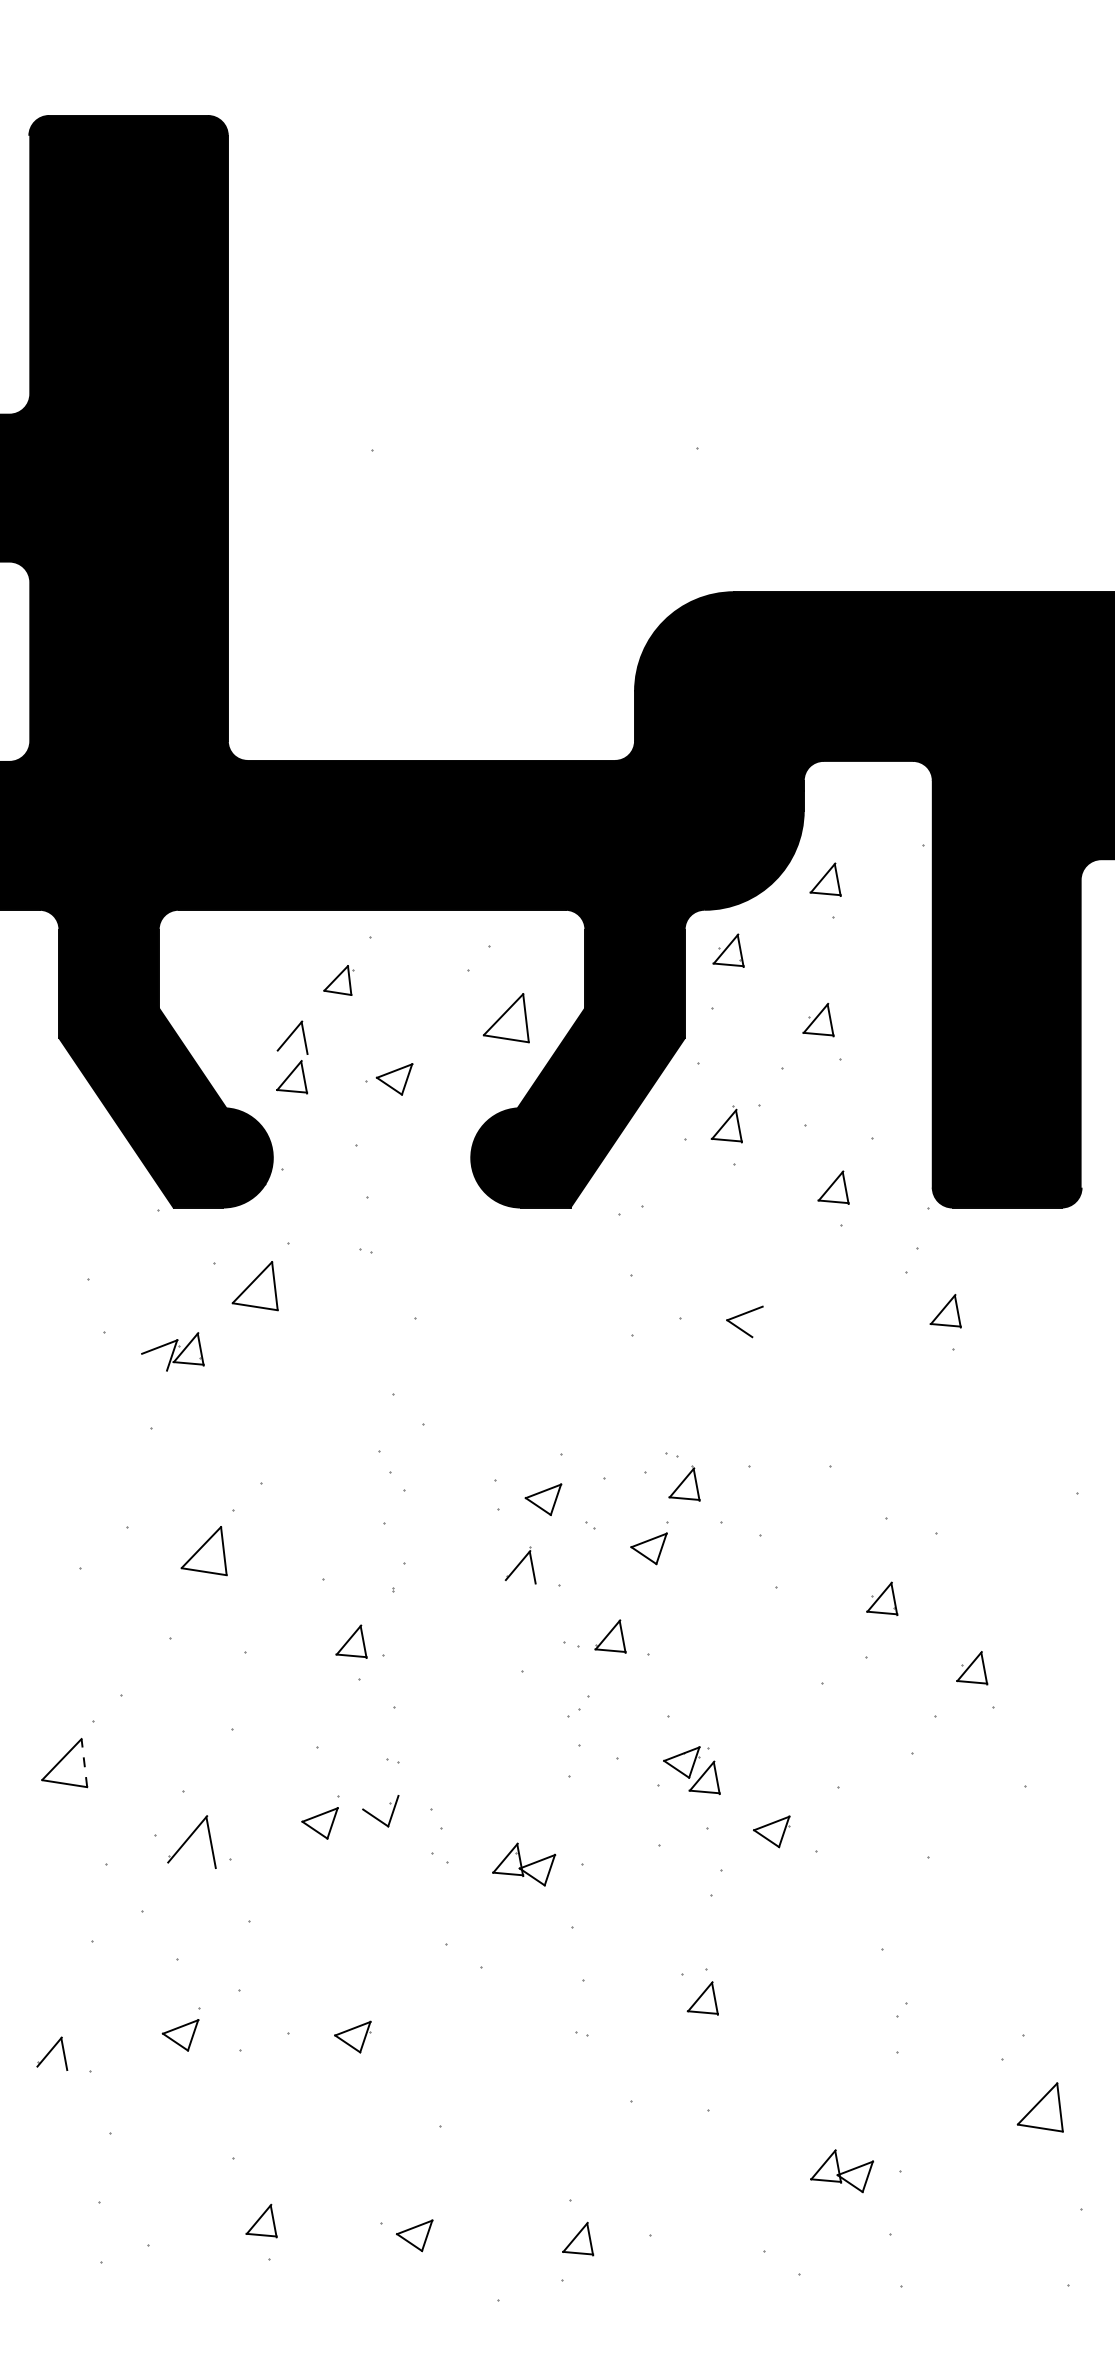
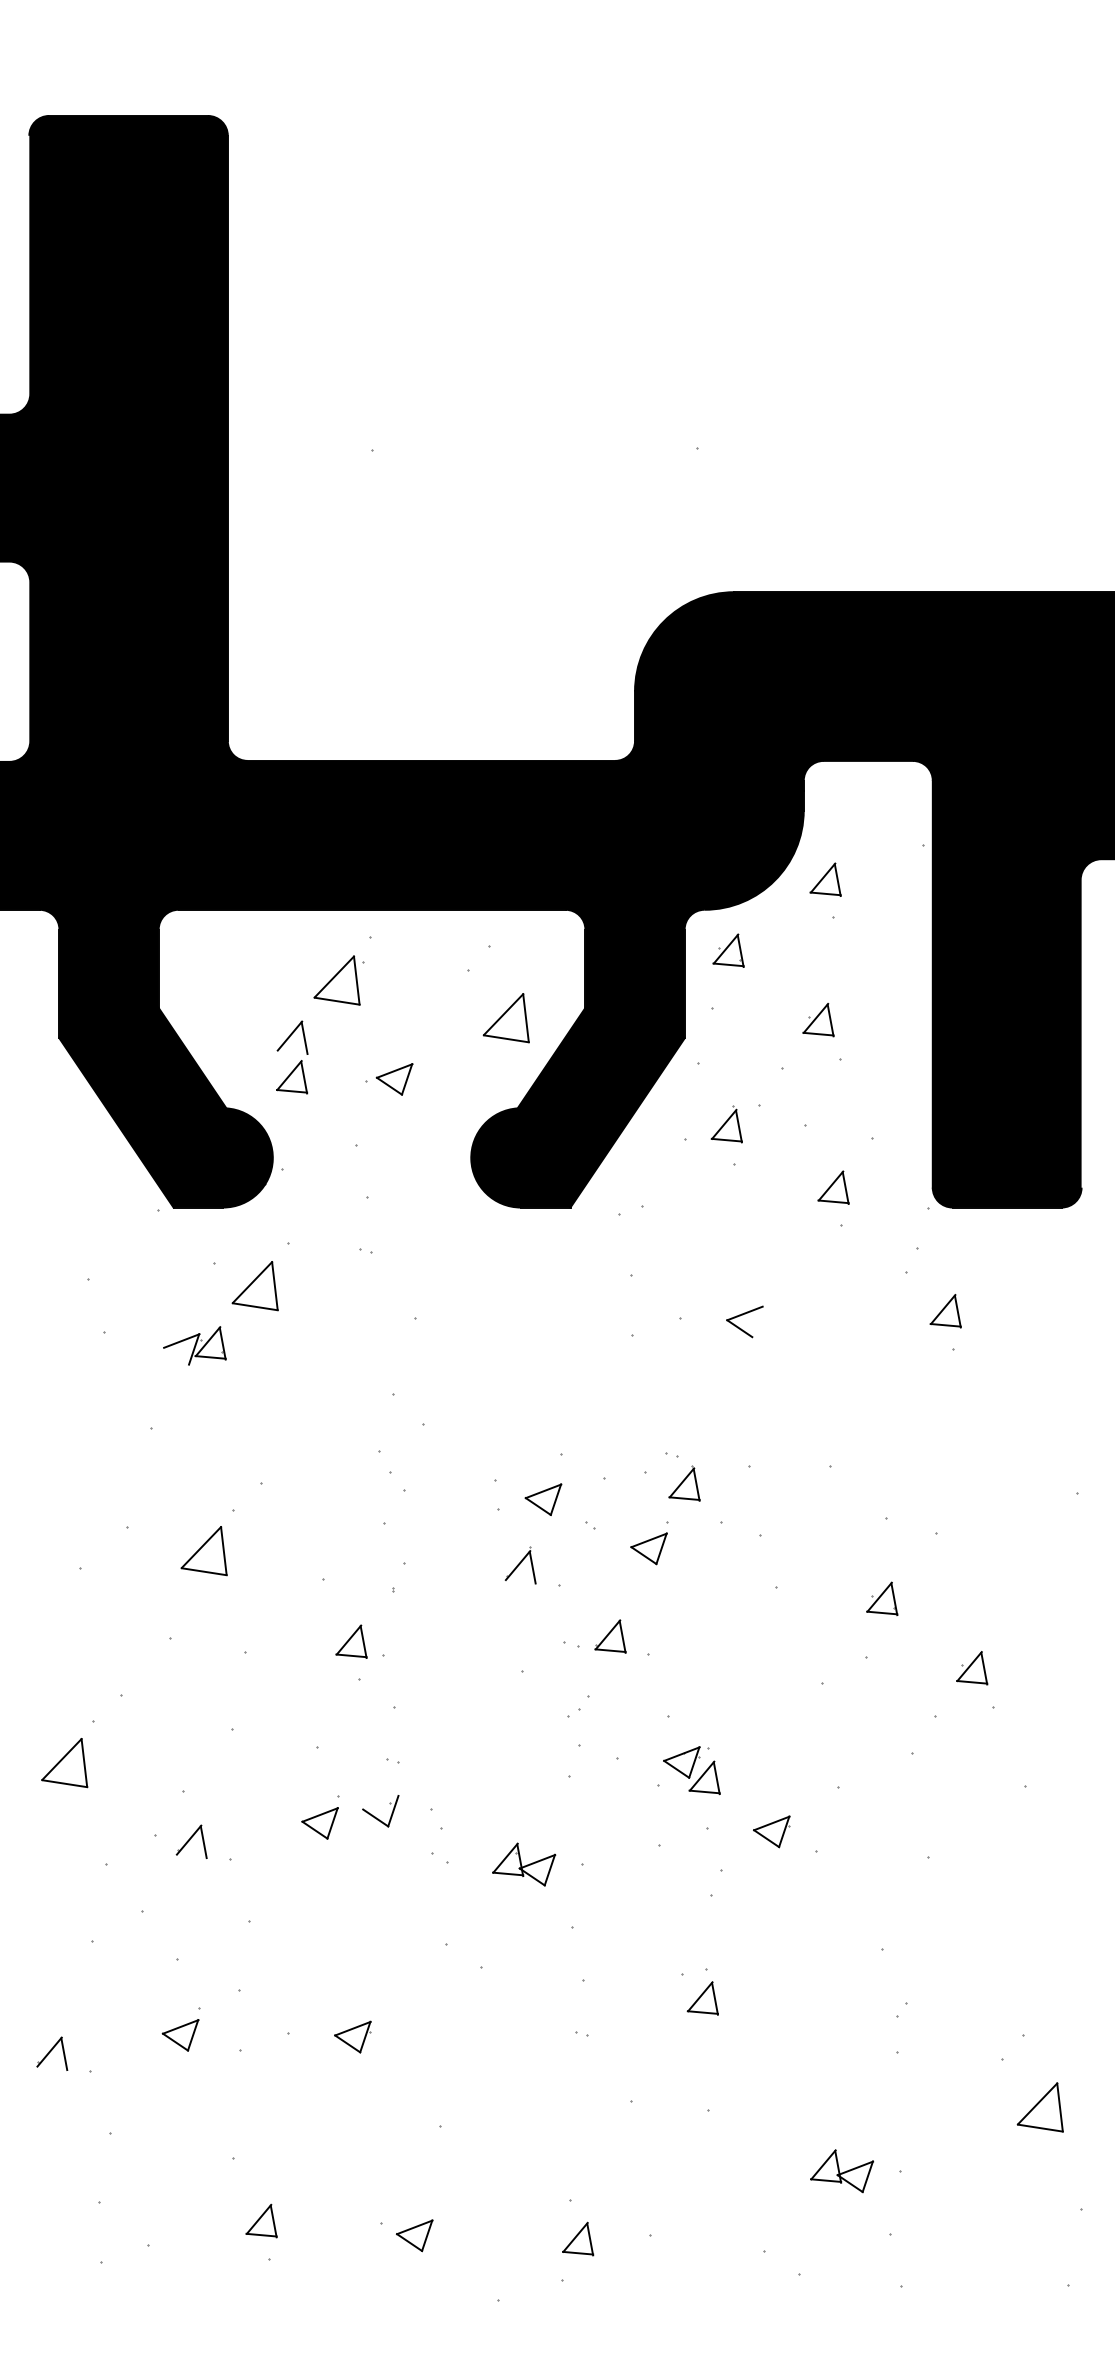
part at (338, 980) size: 32x31 px -> 52x51 px
part at (172, 1351) position: (172, 1351) -> (194, 1345)
line at (84, 1762): dashed -> solid
part at (191, 1841) size: 50x54 px -> 33x35 px
